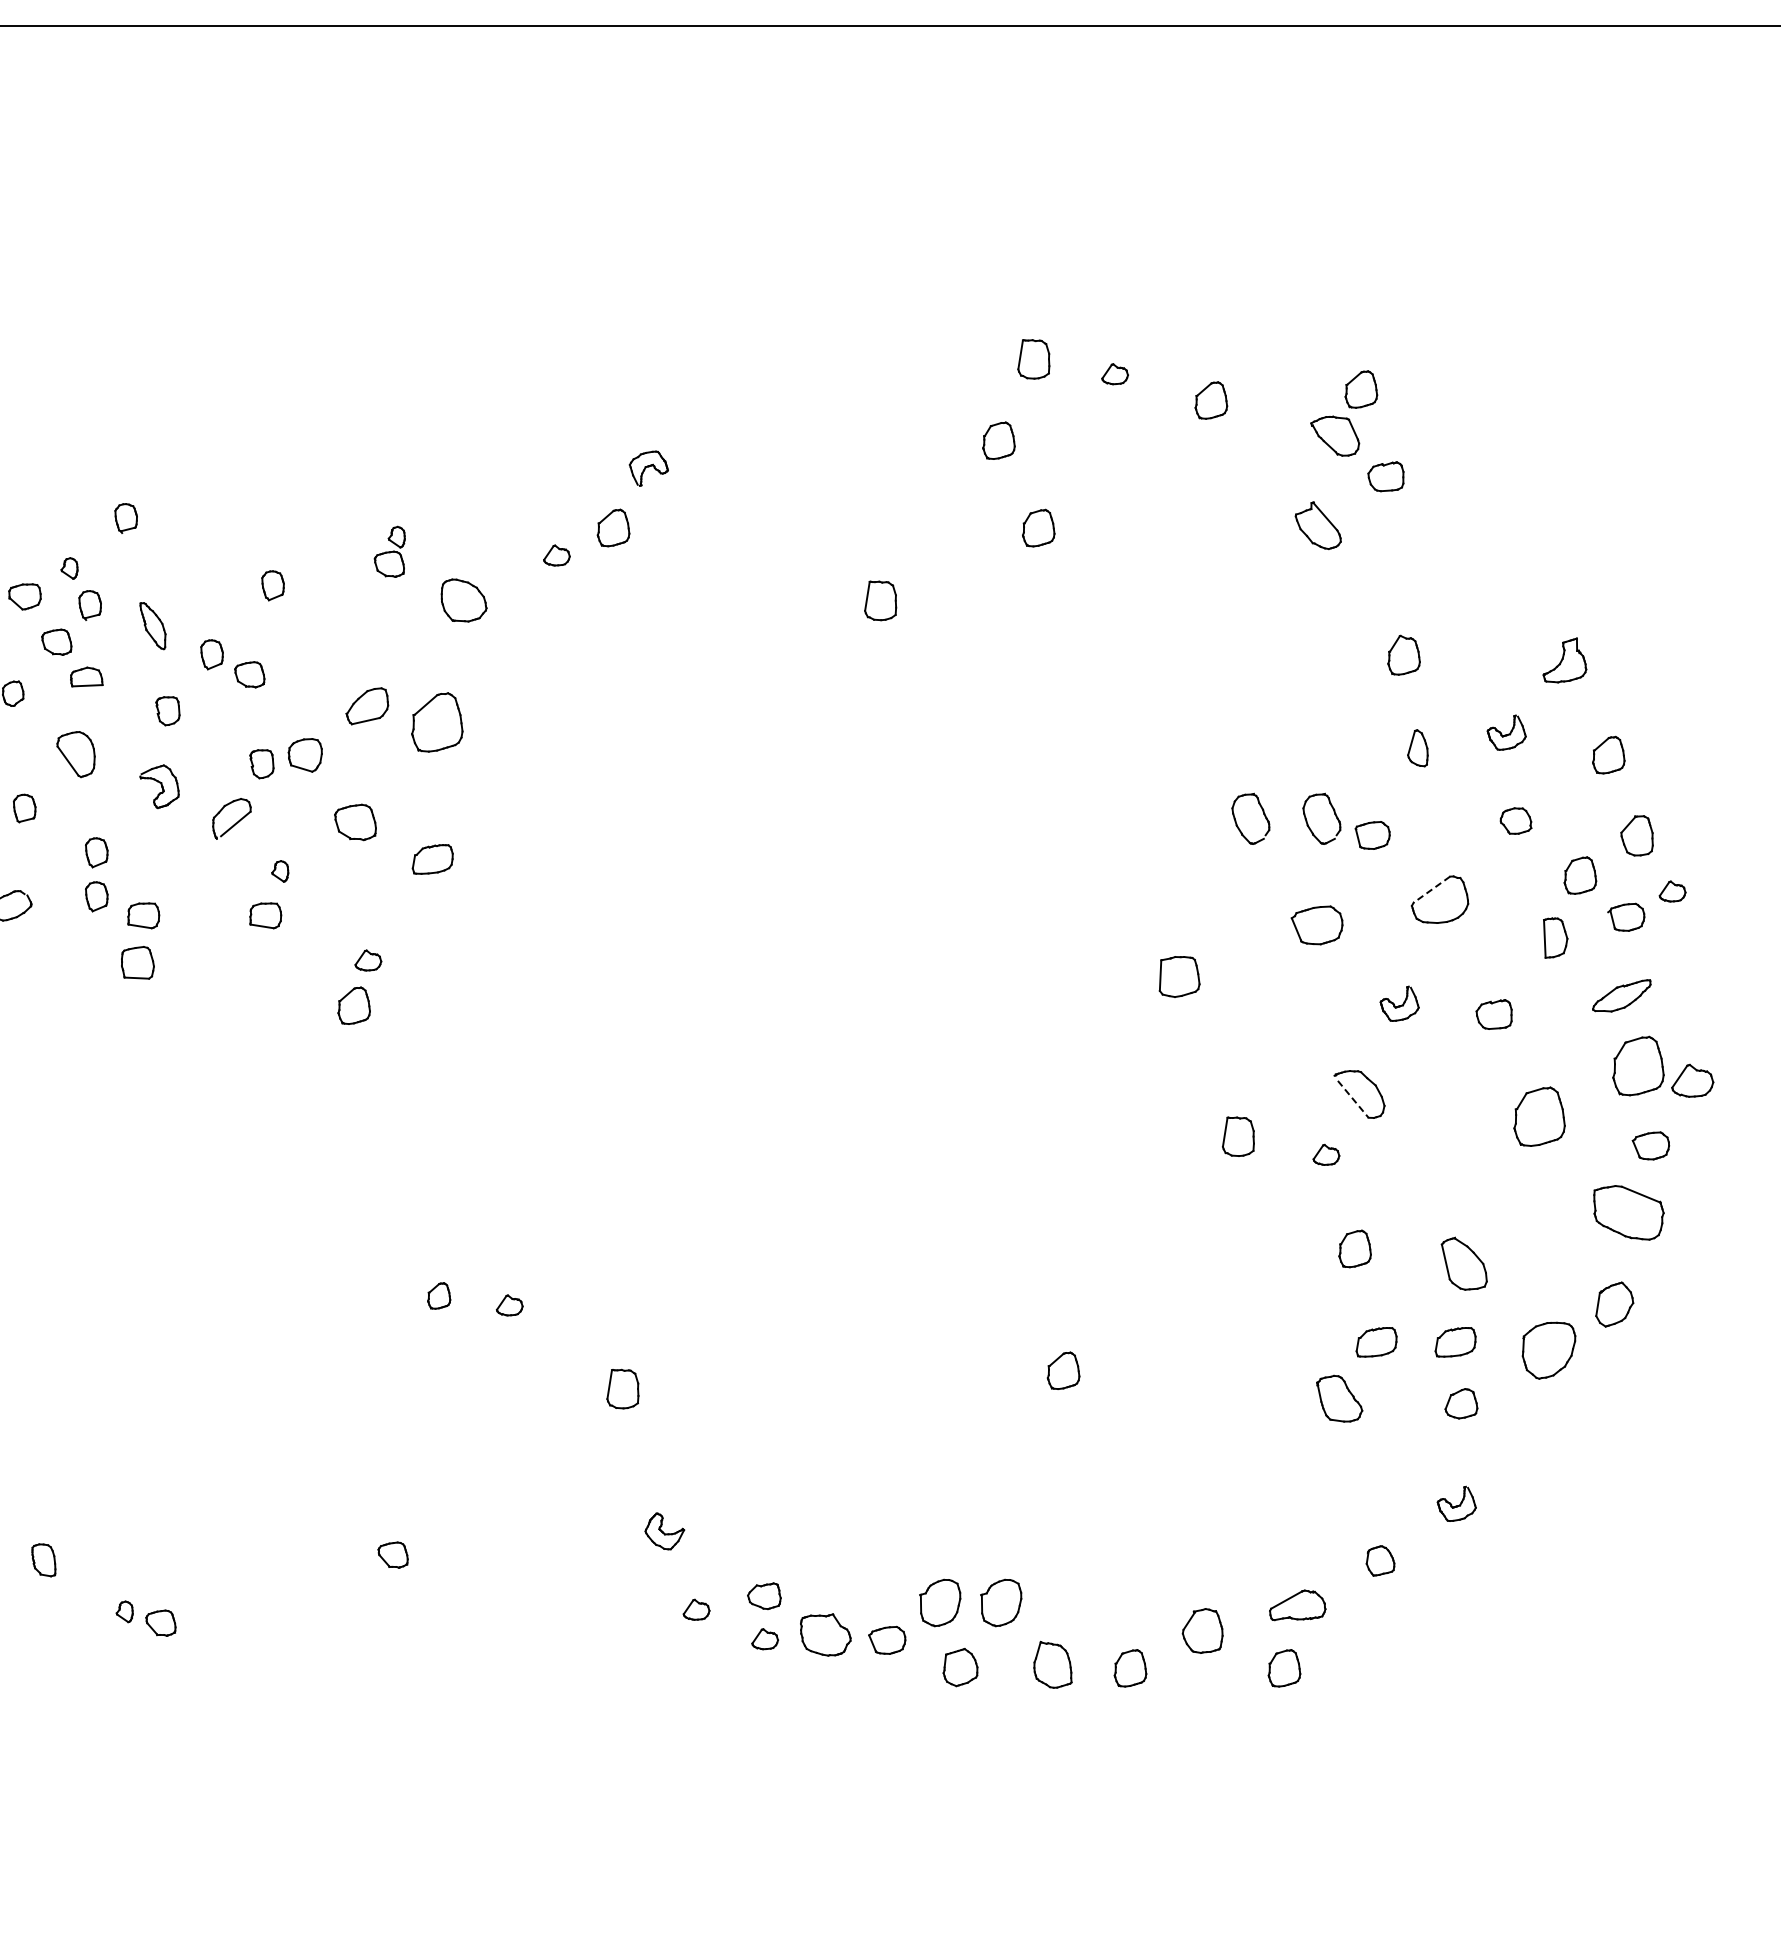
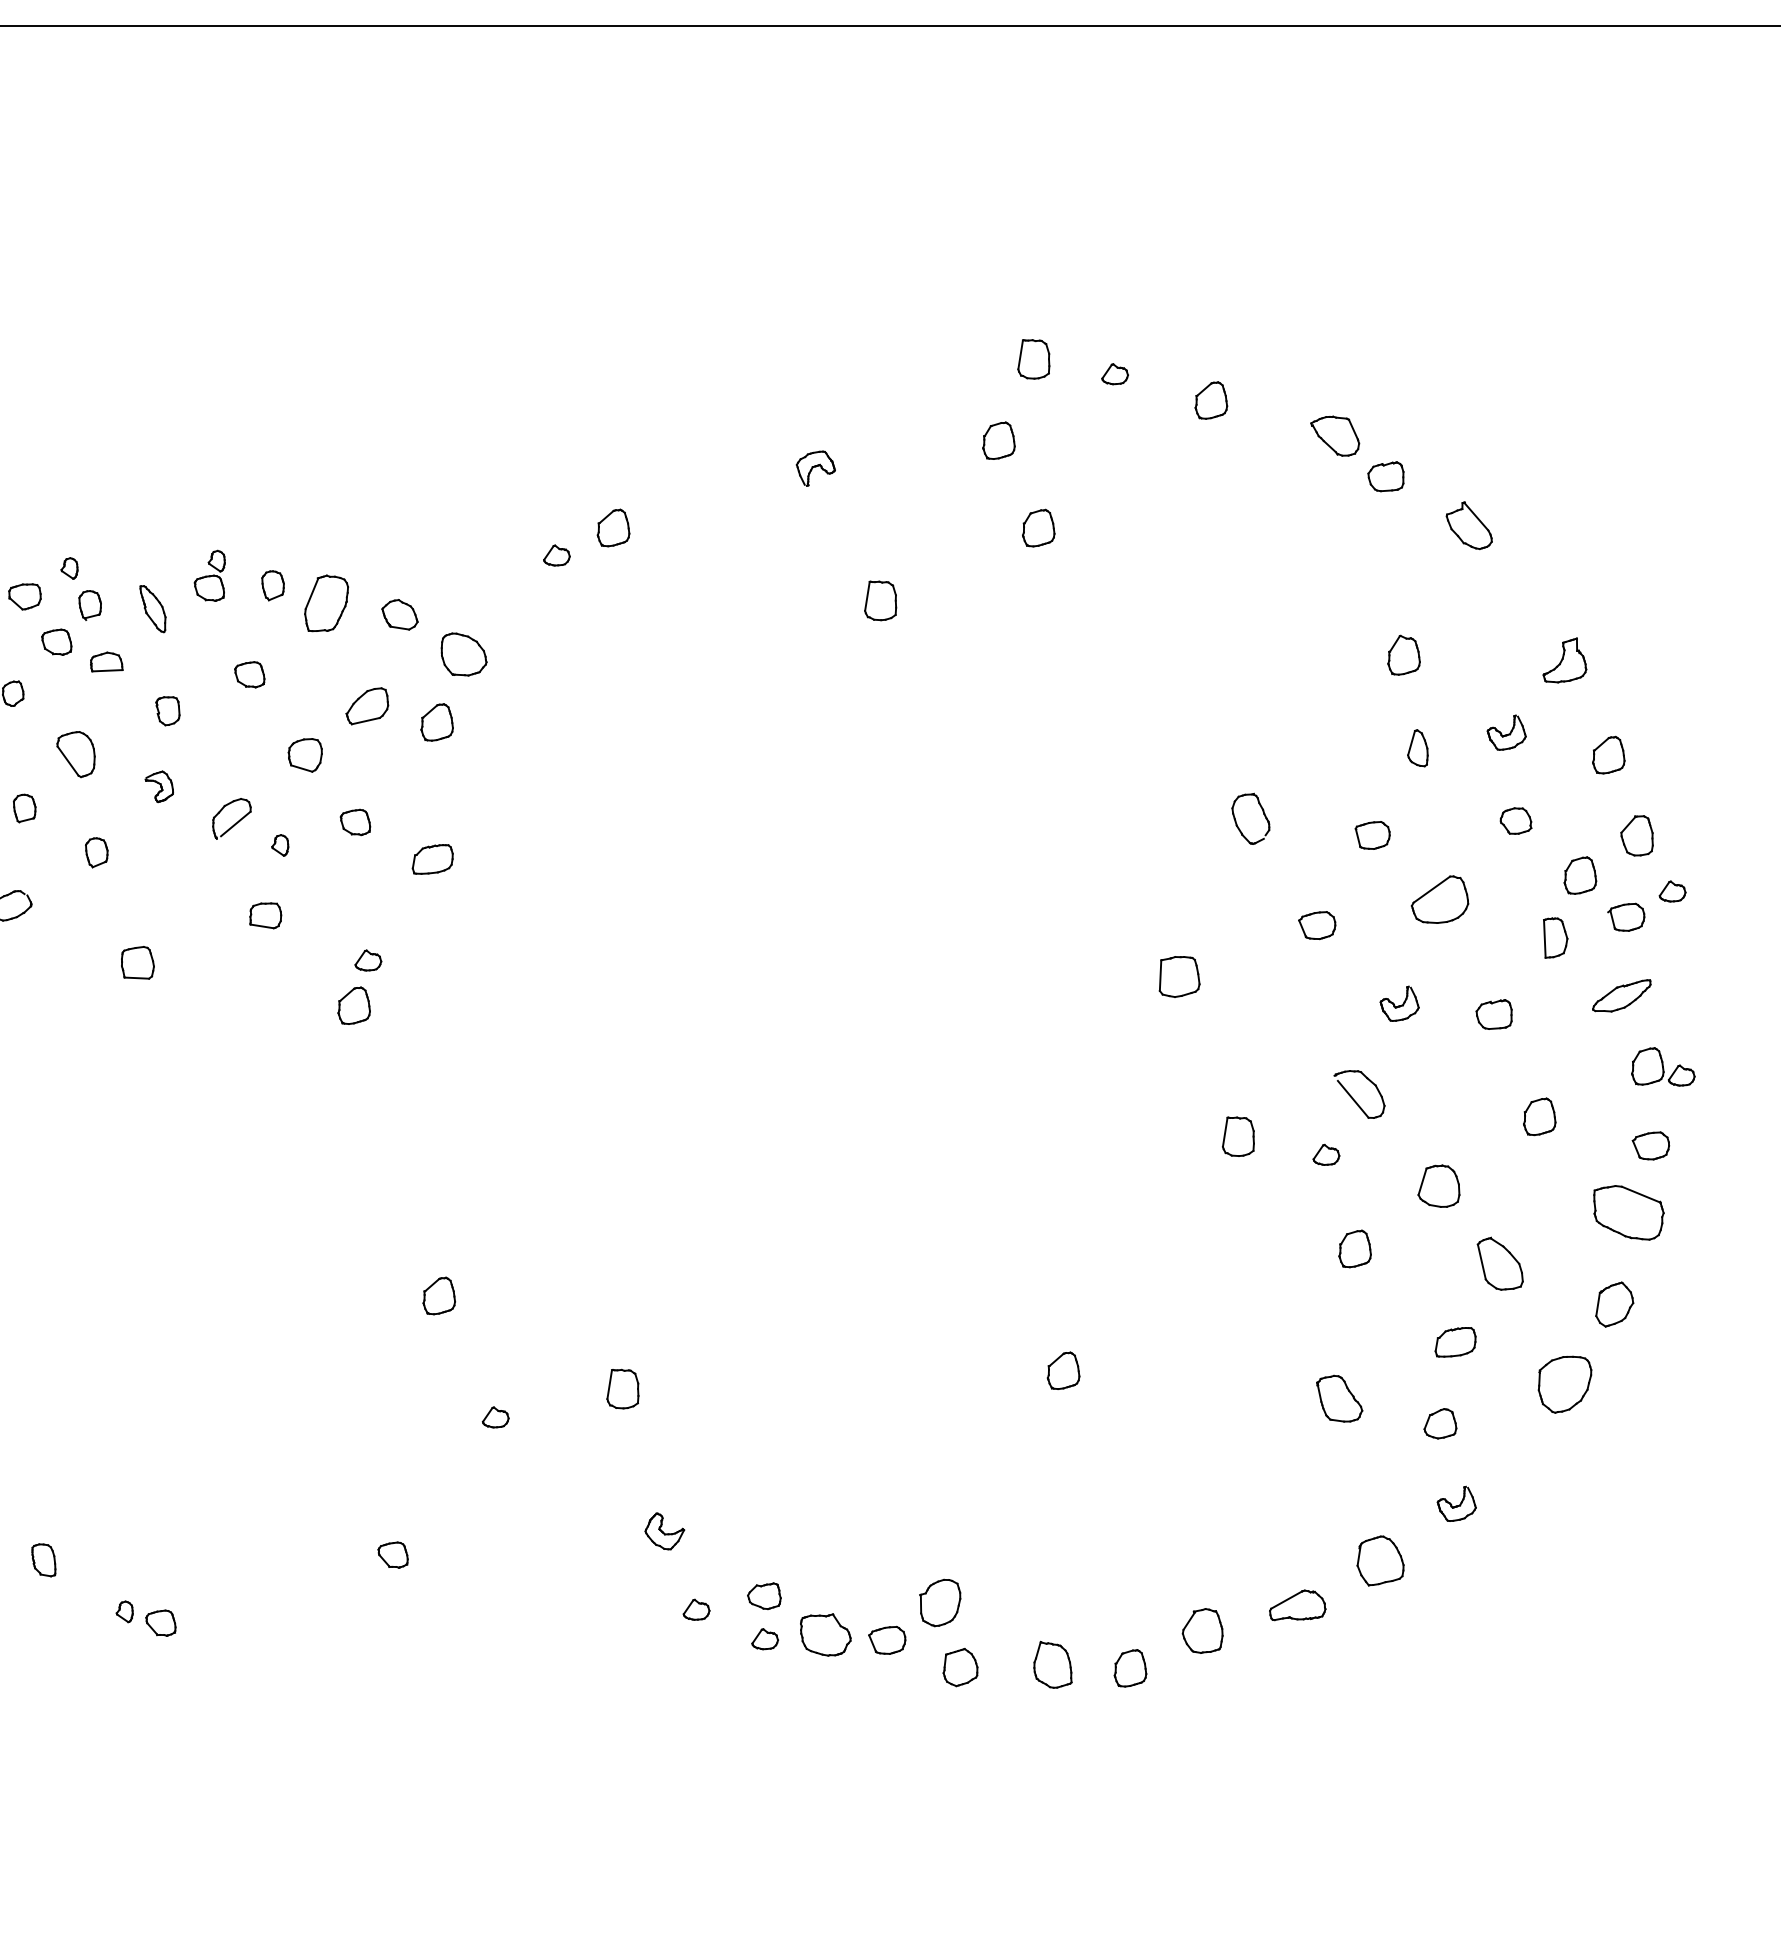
part at (1361, 389): present -> none
part at (648, 468) position: (648, 468) -> (815, 468)
part at (125, 518): present -> none
part at (1317, 525) position: (1317, 525) -> (1468, 525)
part at (389, 551) position: (389, 551) -> (209, 575)
part at (463, 600) position: (463, 600) -> (463, 654)
part at (326, 603): none -> present
part at (399, 614): none -> present
part at (152, 626) position: (152, 626) -> (152, 609)
part at (211, 654): present -> none
part at (86, 676) position: (86, 676) -> (106, 661)
part at (437, 722) size: 53x61 px -> 34x39 px
part at (261, 764): present -> none
part at (159, 786) size: 41x46 px -> 30x34 px
part at (1321, 818): present -> none
part at (355, 822) size: 43x39 px -> 33x29 px
part at (280, 871) position: (280, 871) -> (280, 845)
line at (1431, 889): dashed -> solid
part at (96, 896): present -> none
part at (143, 915): present -> none
part at (1316, 925) size: 54x41 px -> 39x30 px
part at (1663, 1066) size: 103x63 px -> 65x40 px
line at (1353, 1099): dashed -> solid
part at (1539, 1116) size: 53x61 px -> 34x40 px
part at (1438, 1185): none -> present
part at (1463, 1263) position: (1463, 1263) -> (1499, 1263)
part at (439, 1295) size: 25x28 px -> 34x40 px
part at (509, 1305) position: (509, 1305) -> (495, 1417)
part at (1376, 1342): present -> none
part at (1548, 1350) position: (1548, 1350) -> (1564, 1384)
part at (1461, 1403) position: (1461, 1403) -> (1440, 1423)
part at (1380, 1560) size: 31x32 px -> 49x52 px
part at (1001, 1602): present -> none
part at (1284, 1668): present -> none
